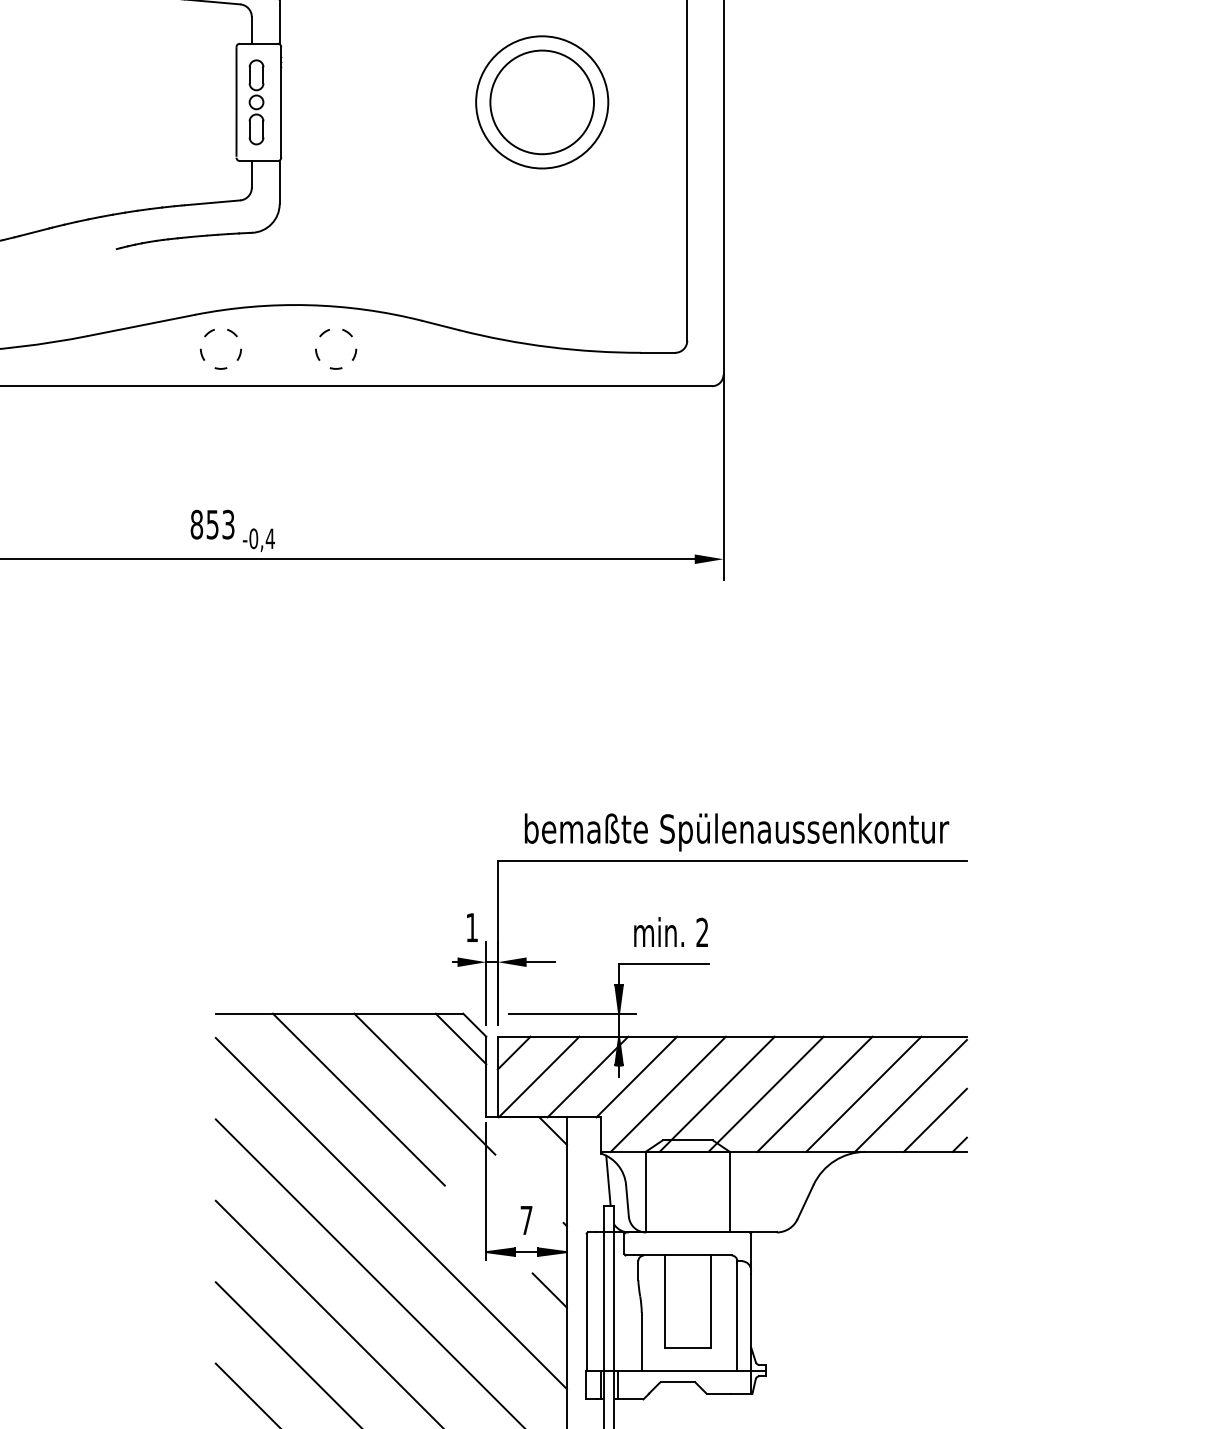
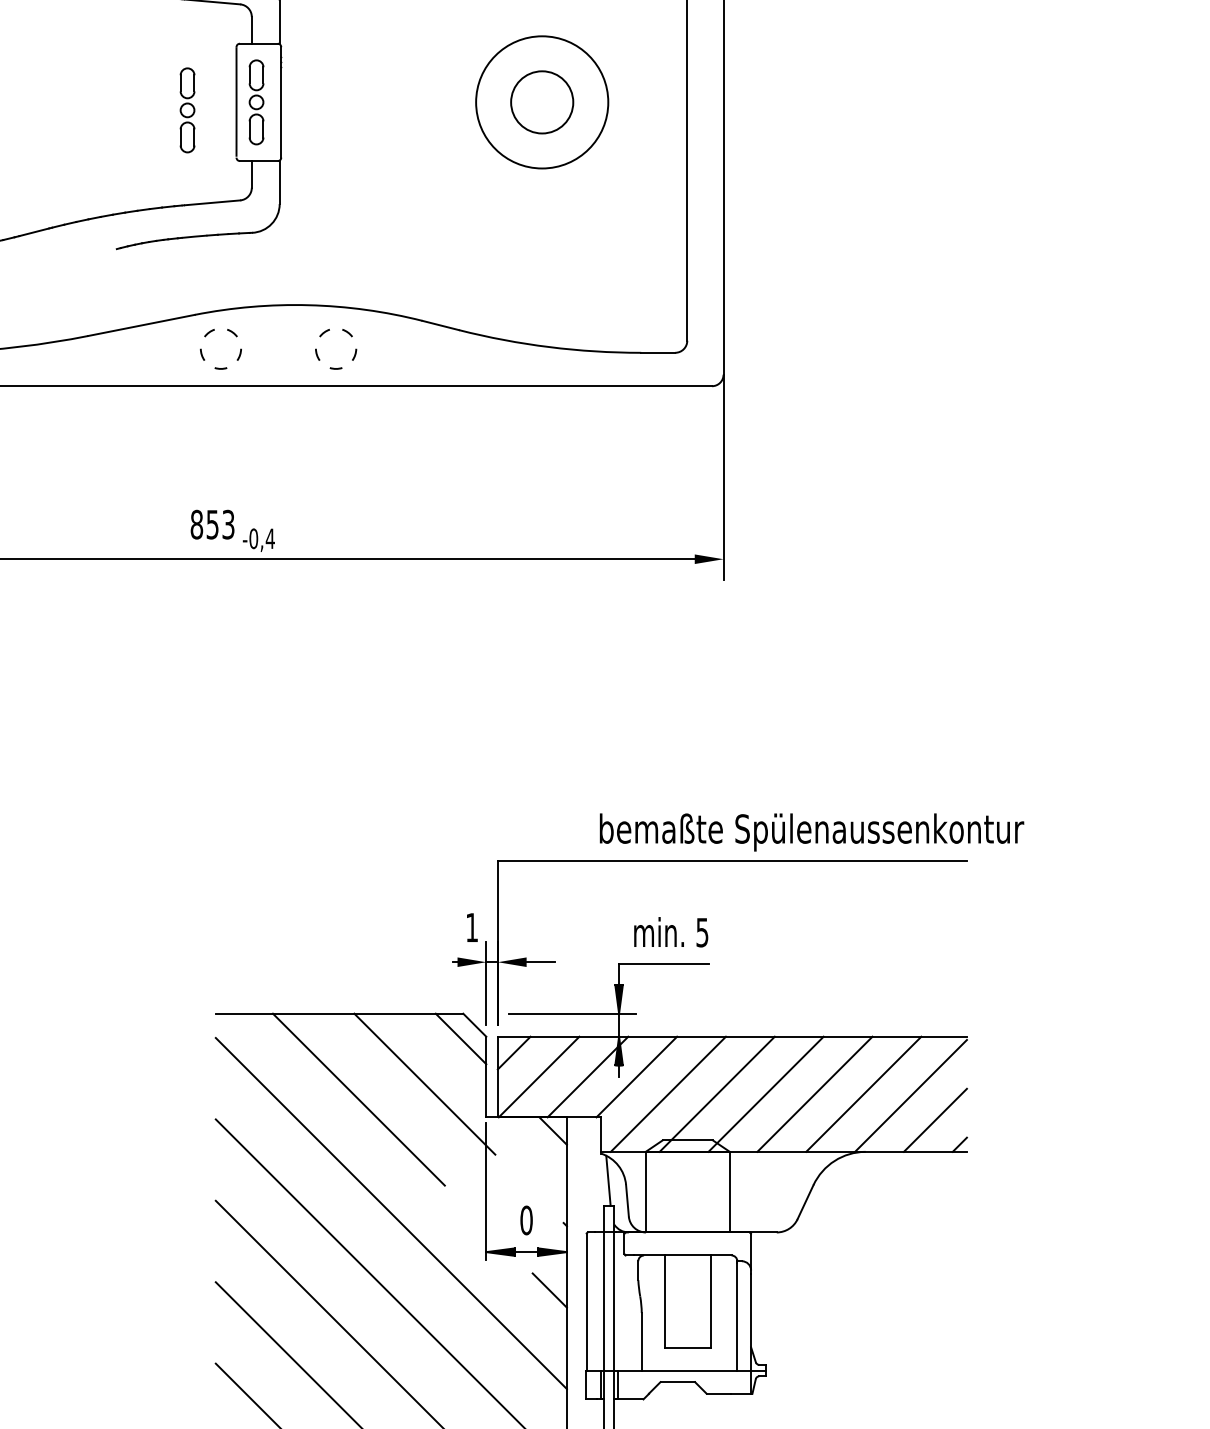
circle at (542, 102) diameter: 104 px -> 62 px
part at (187, 110): none -> present
text at (736, 832) position: (736, 832) -> (811, 832)
text at (702, 932): 2 -> 5
text at (526, 1220): 7 -> 0
